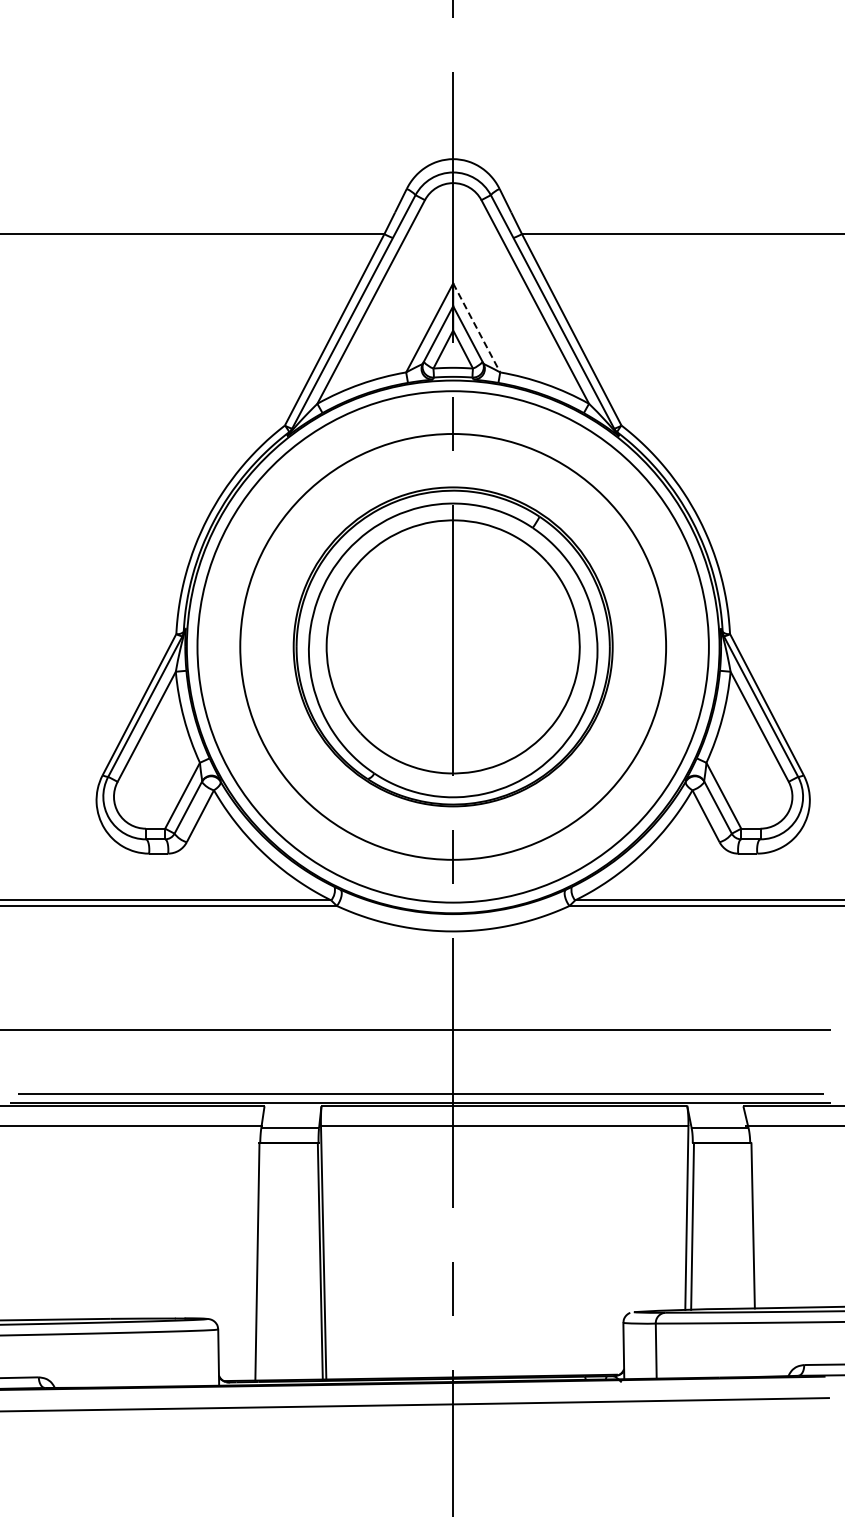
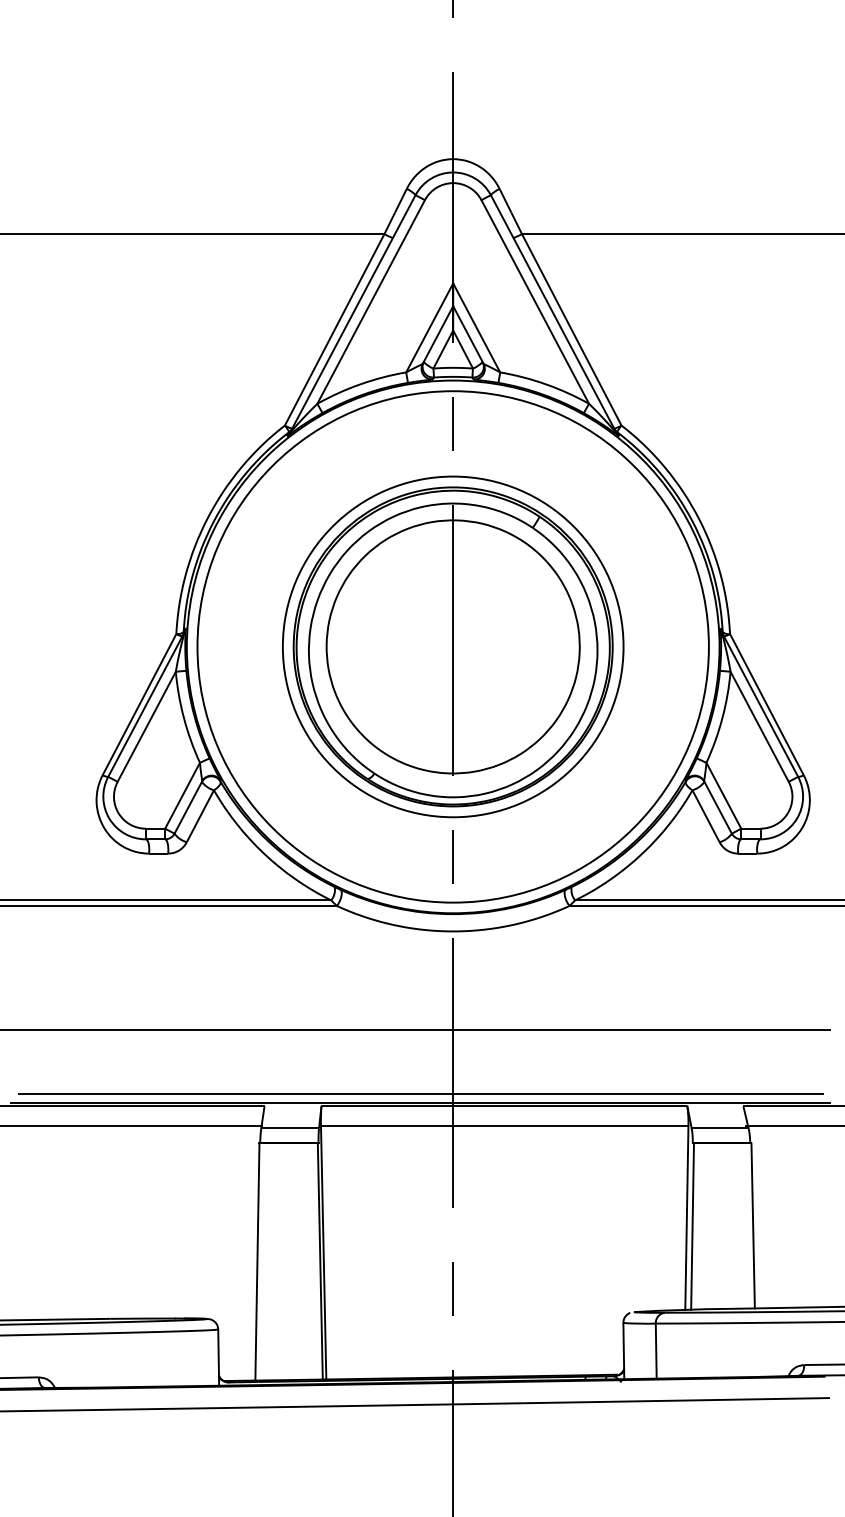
line at (476, 328): dashed -> solid
circle at (453, 646) diameter: 426 px -> 341 px
